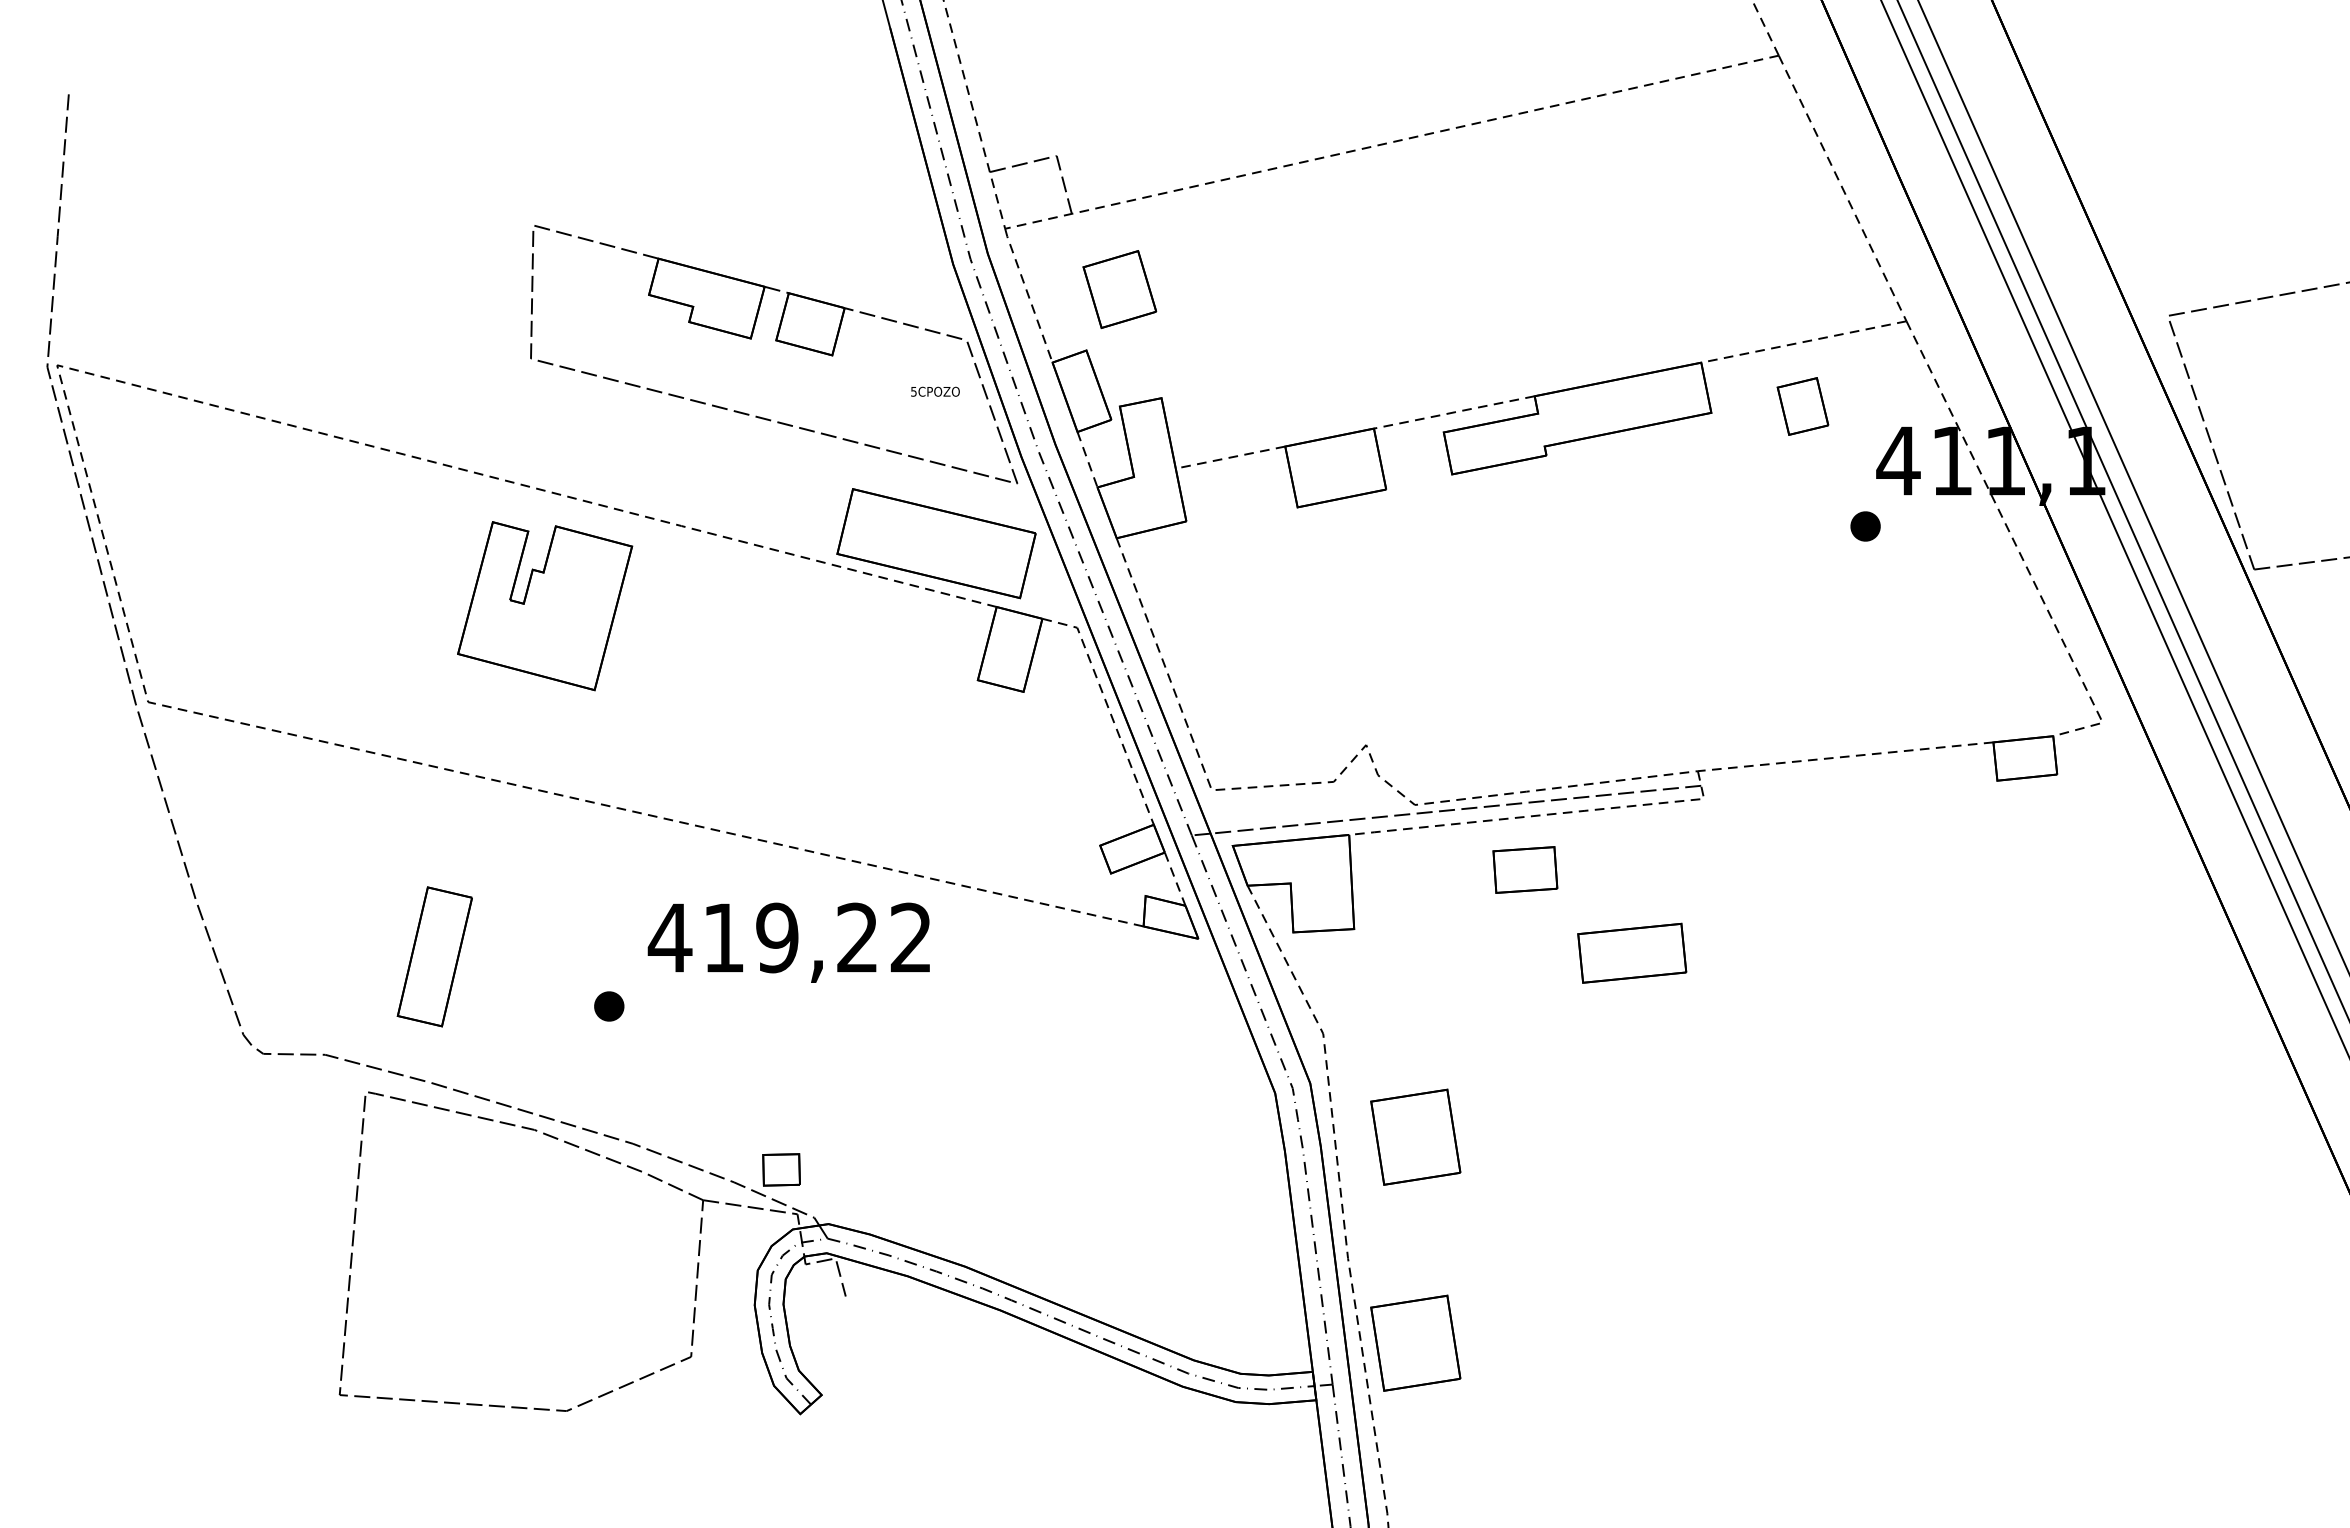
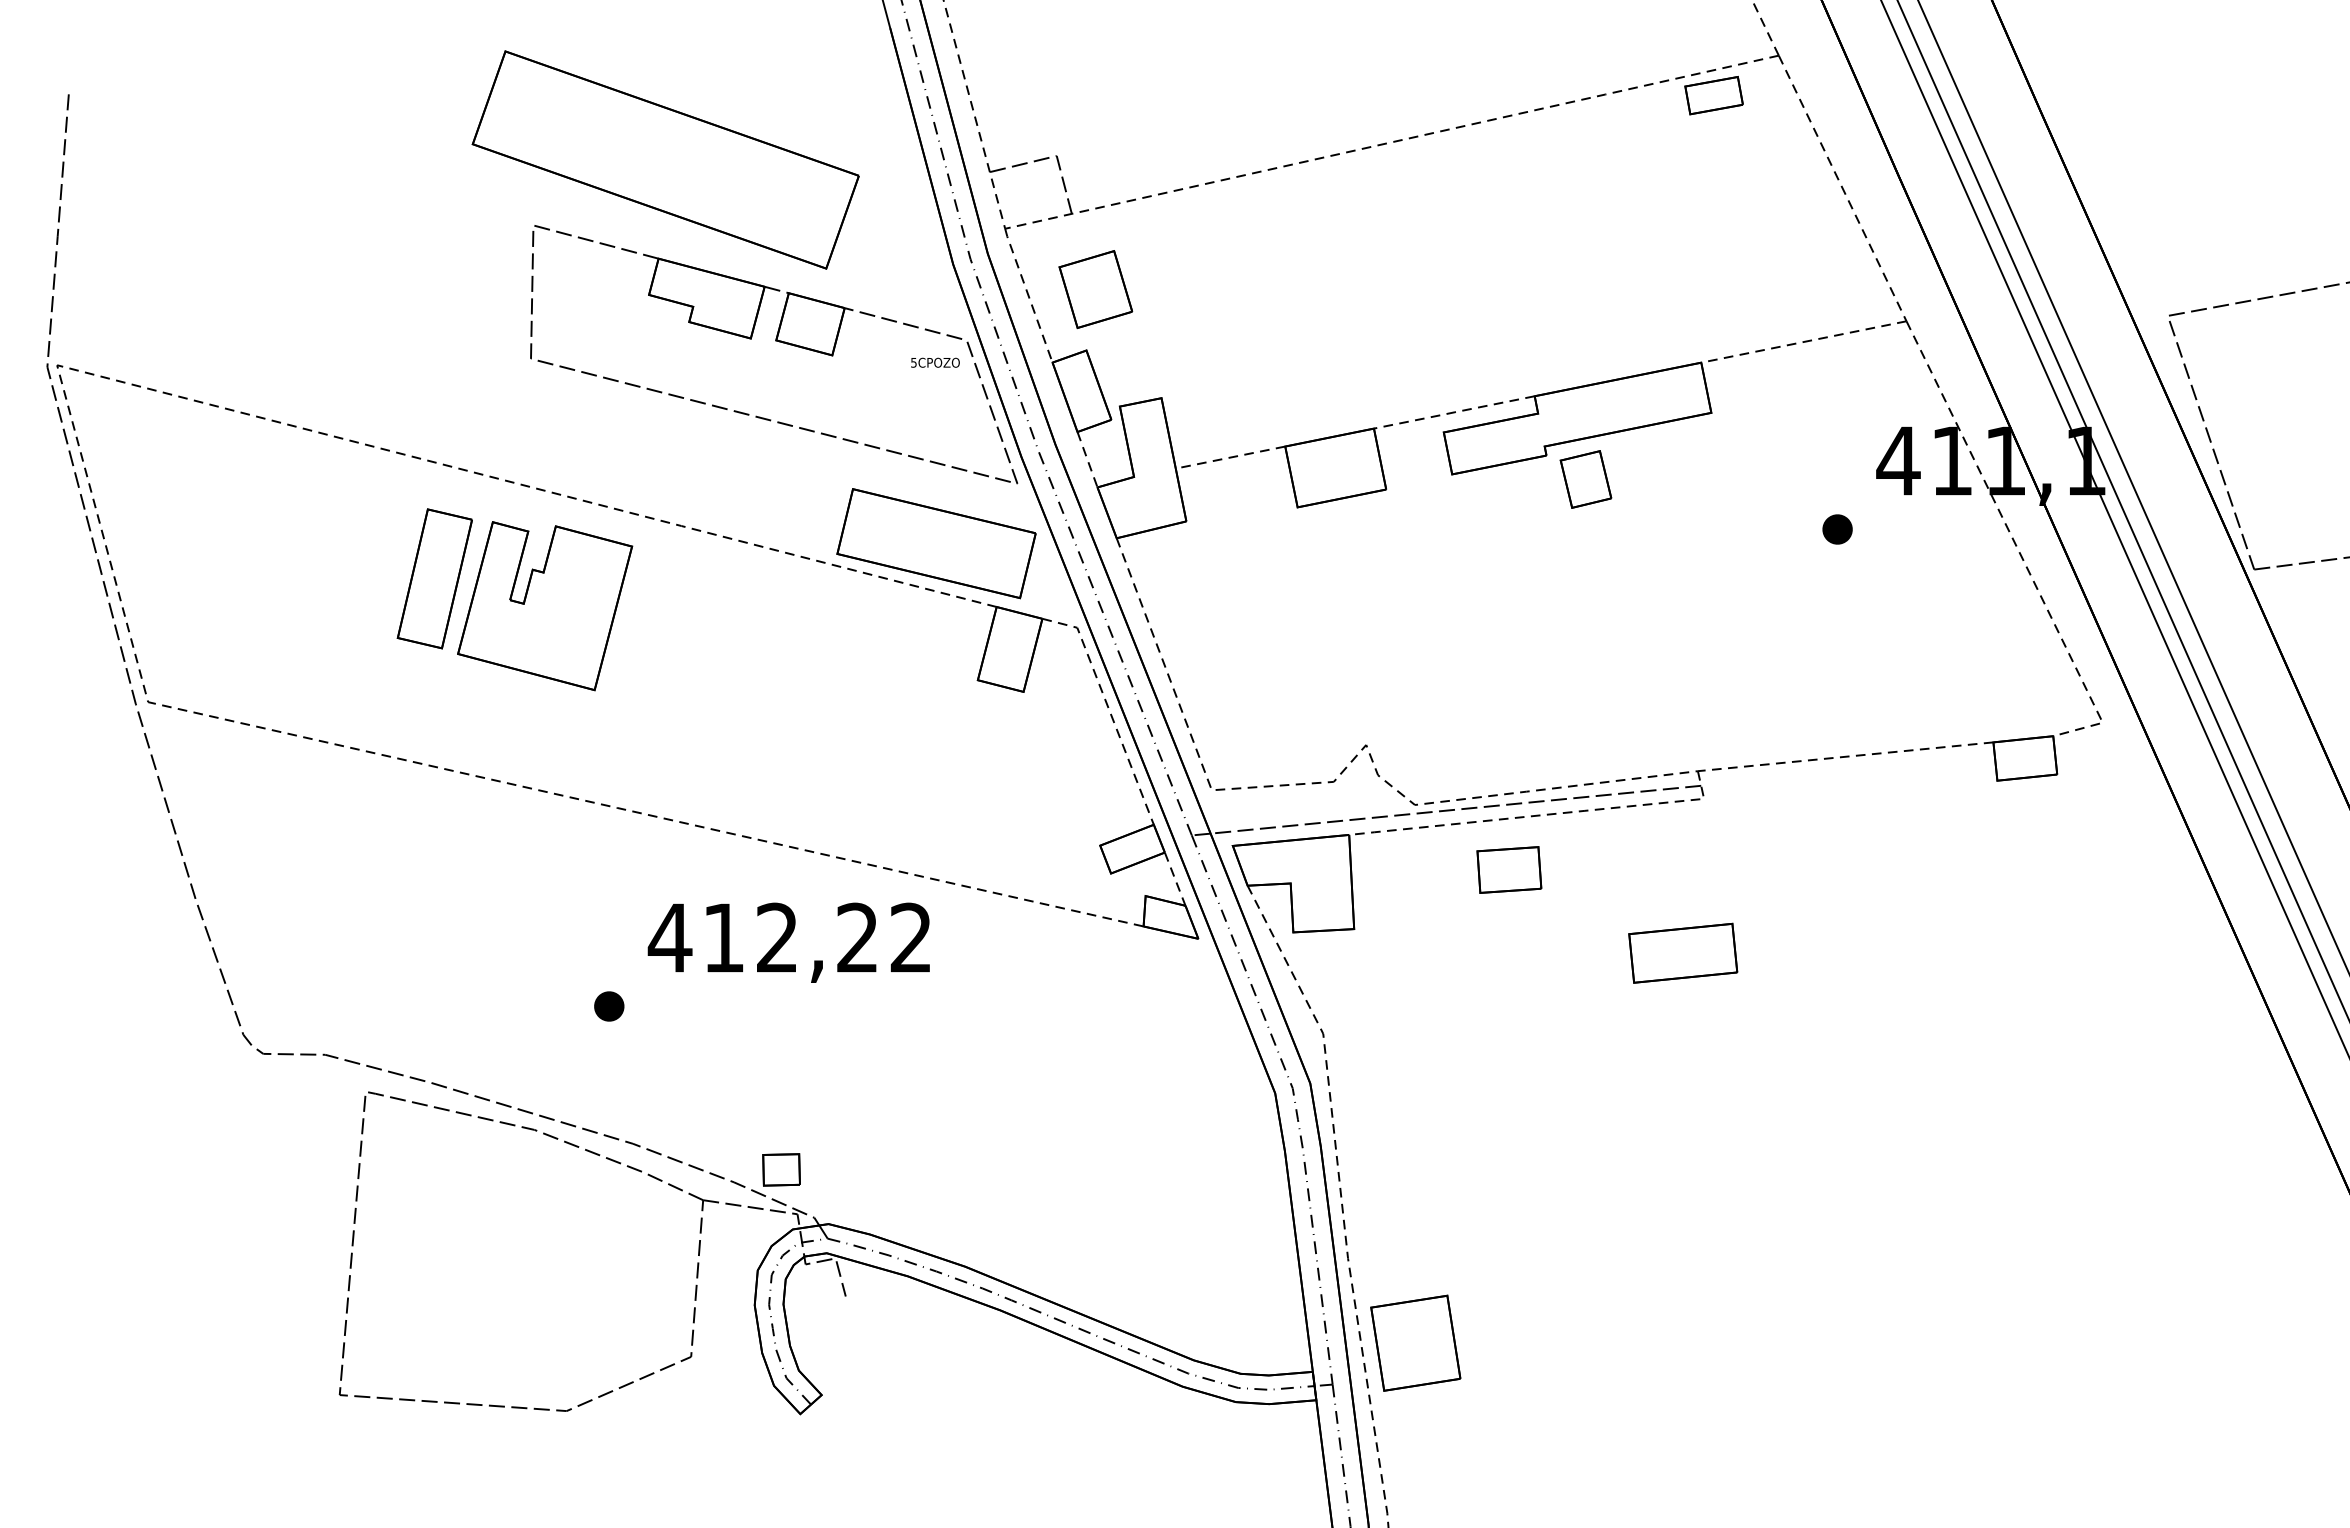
part at (1713, 95): none -> present
part at (665, 159): none -> present
part at (1119, 289) position: (1119, 289) -> (1095, 289)
text at (935, 391) position: (935, 391) -> (935, 362)
part at (1802, 406) position: (1802, 406) -> (1585, 479)
part at (1865, 526) position: (1865, 526) -> (1837, 529)
part at (1525, 869) position: (1525, 869) -> (1509, 869)
text at (777, 937): 419,22 -> 412,22
part at (1632, 952) position: (1632, 952) -> (1683, 952)
part at (434, 956) position: (434, 956) -> (434, 578)
part at (1415, 1136): present -> none
